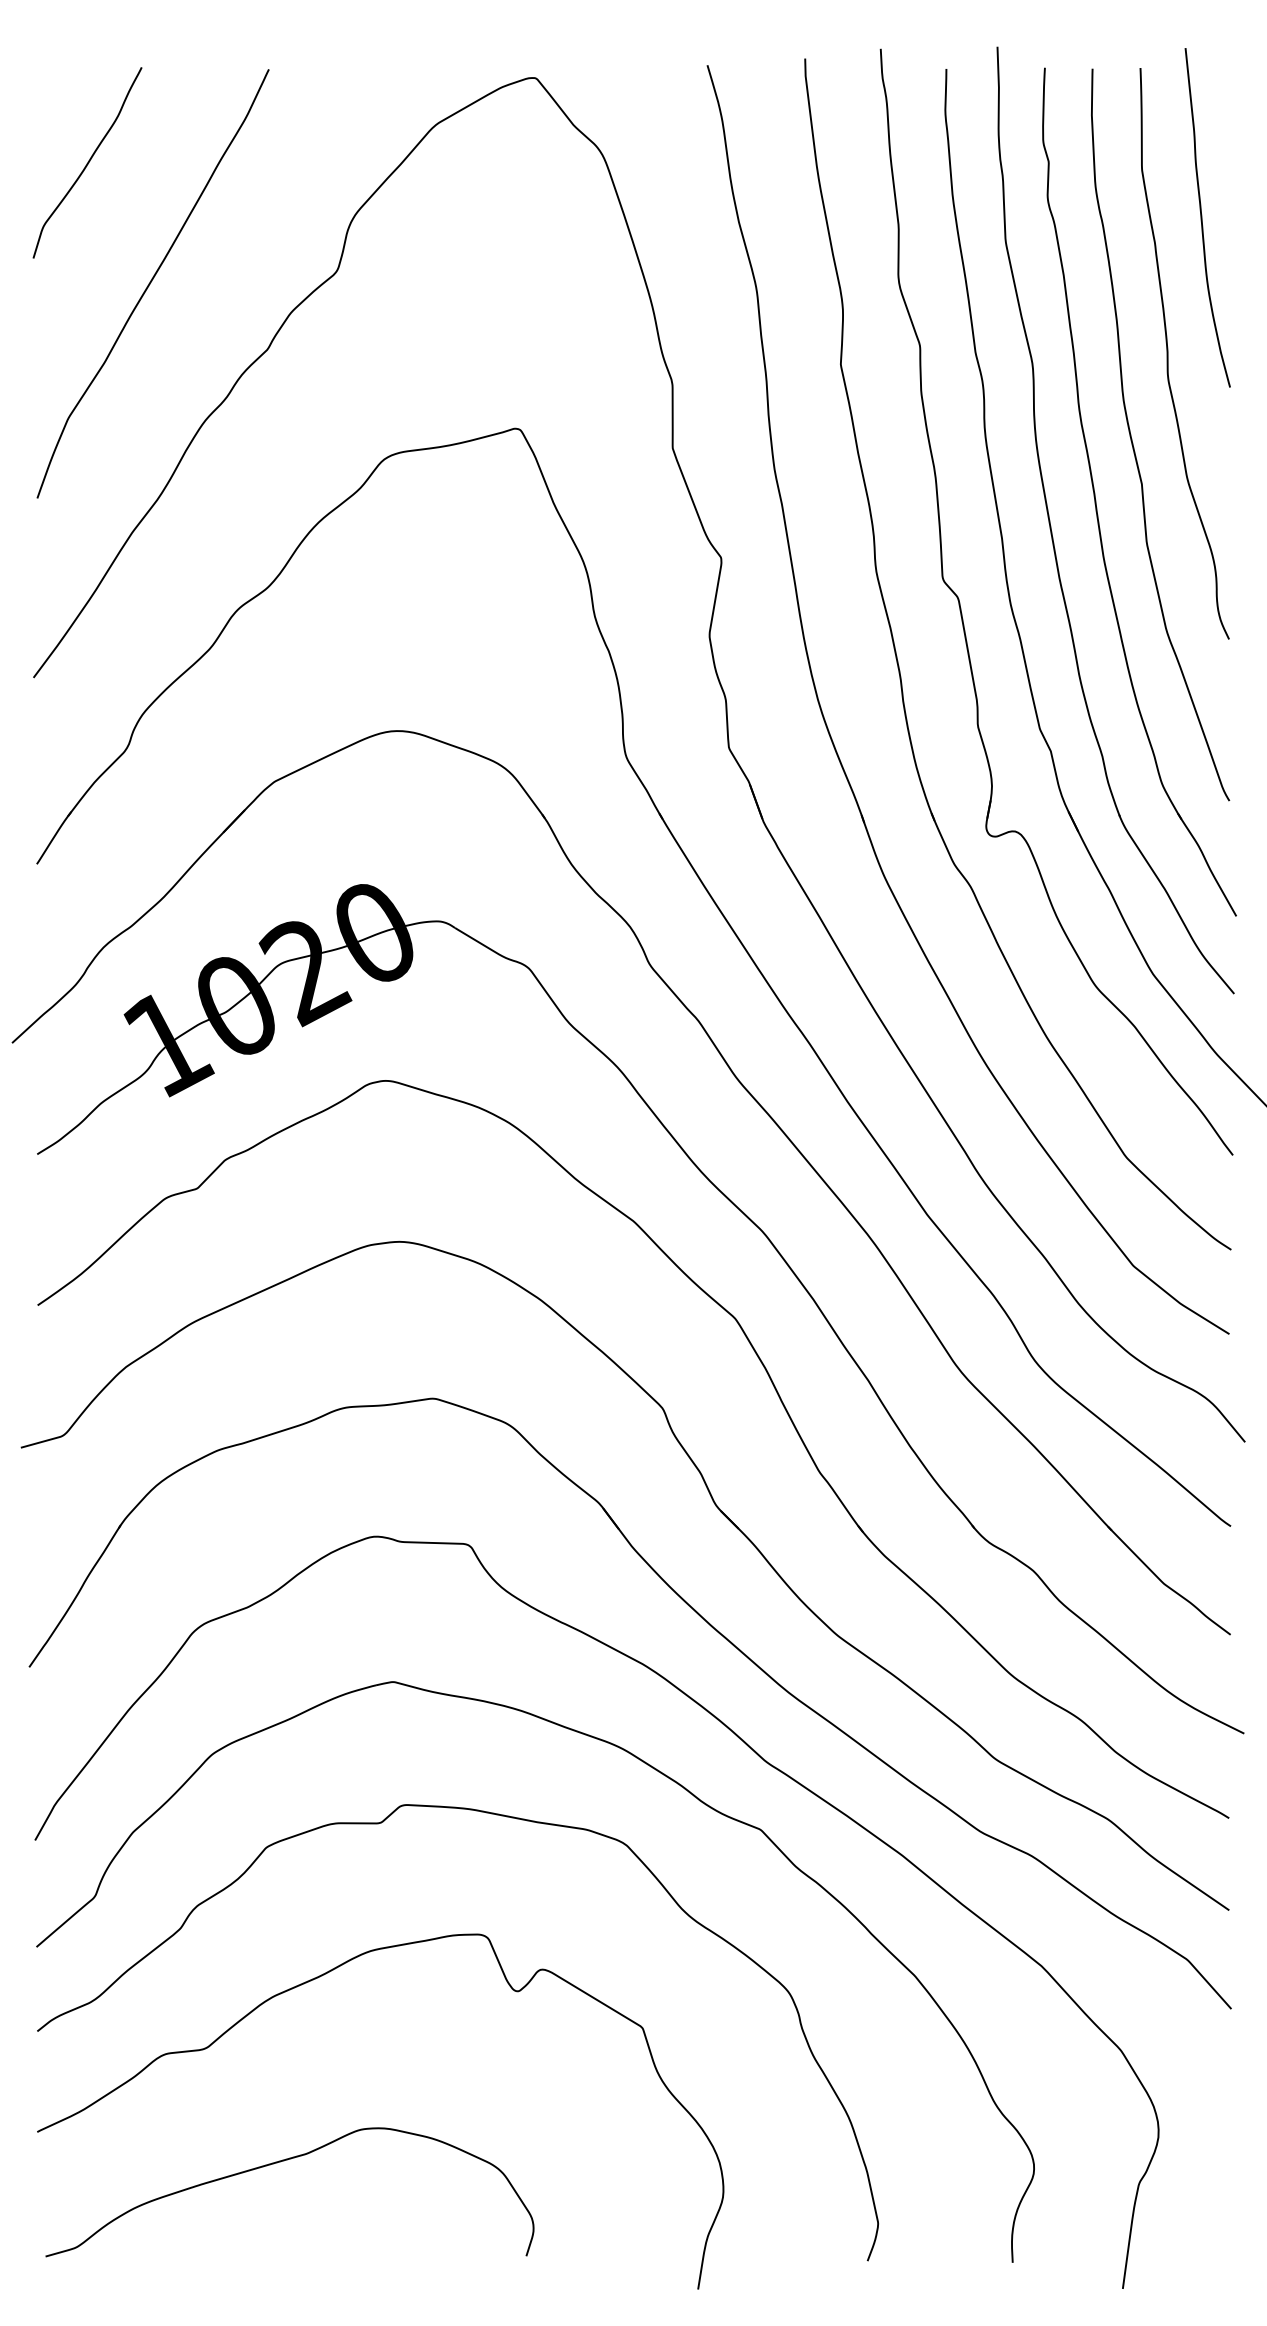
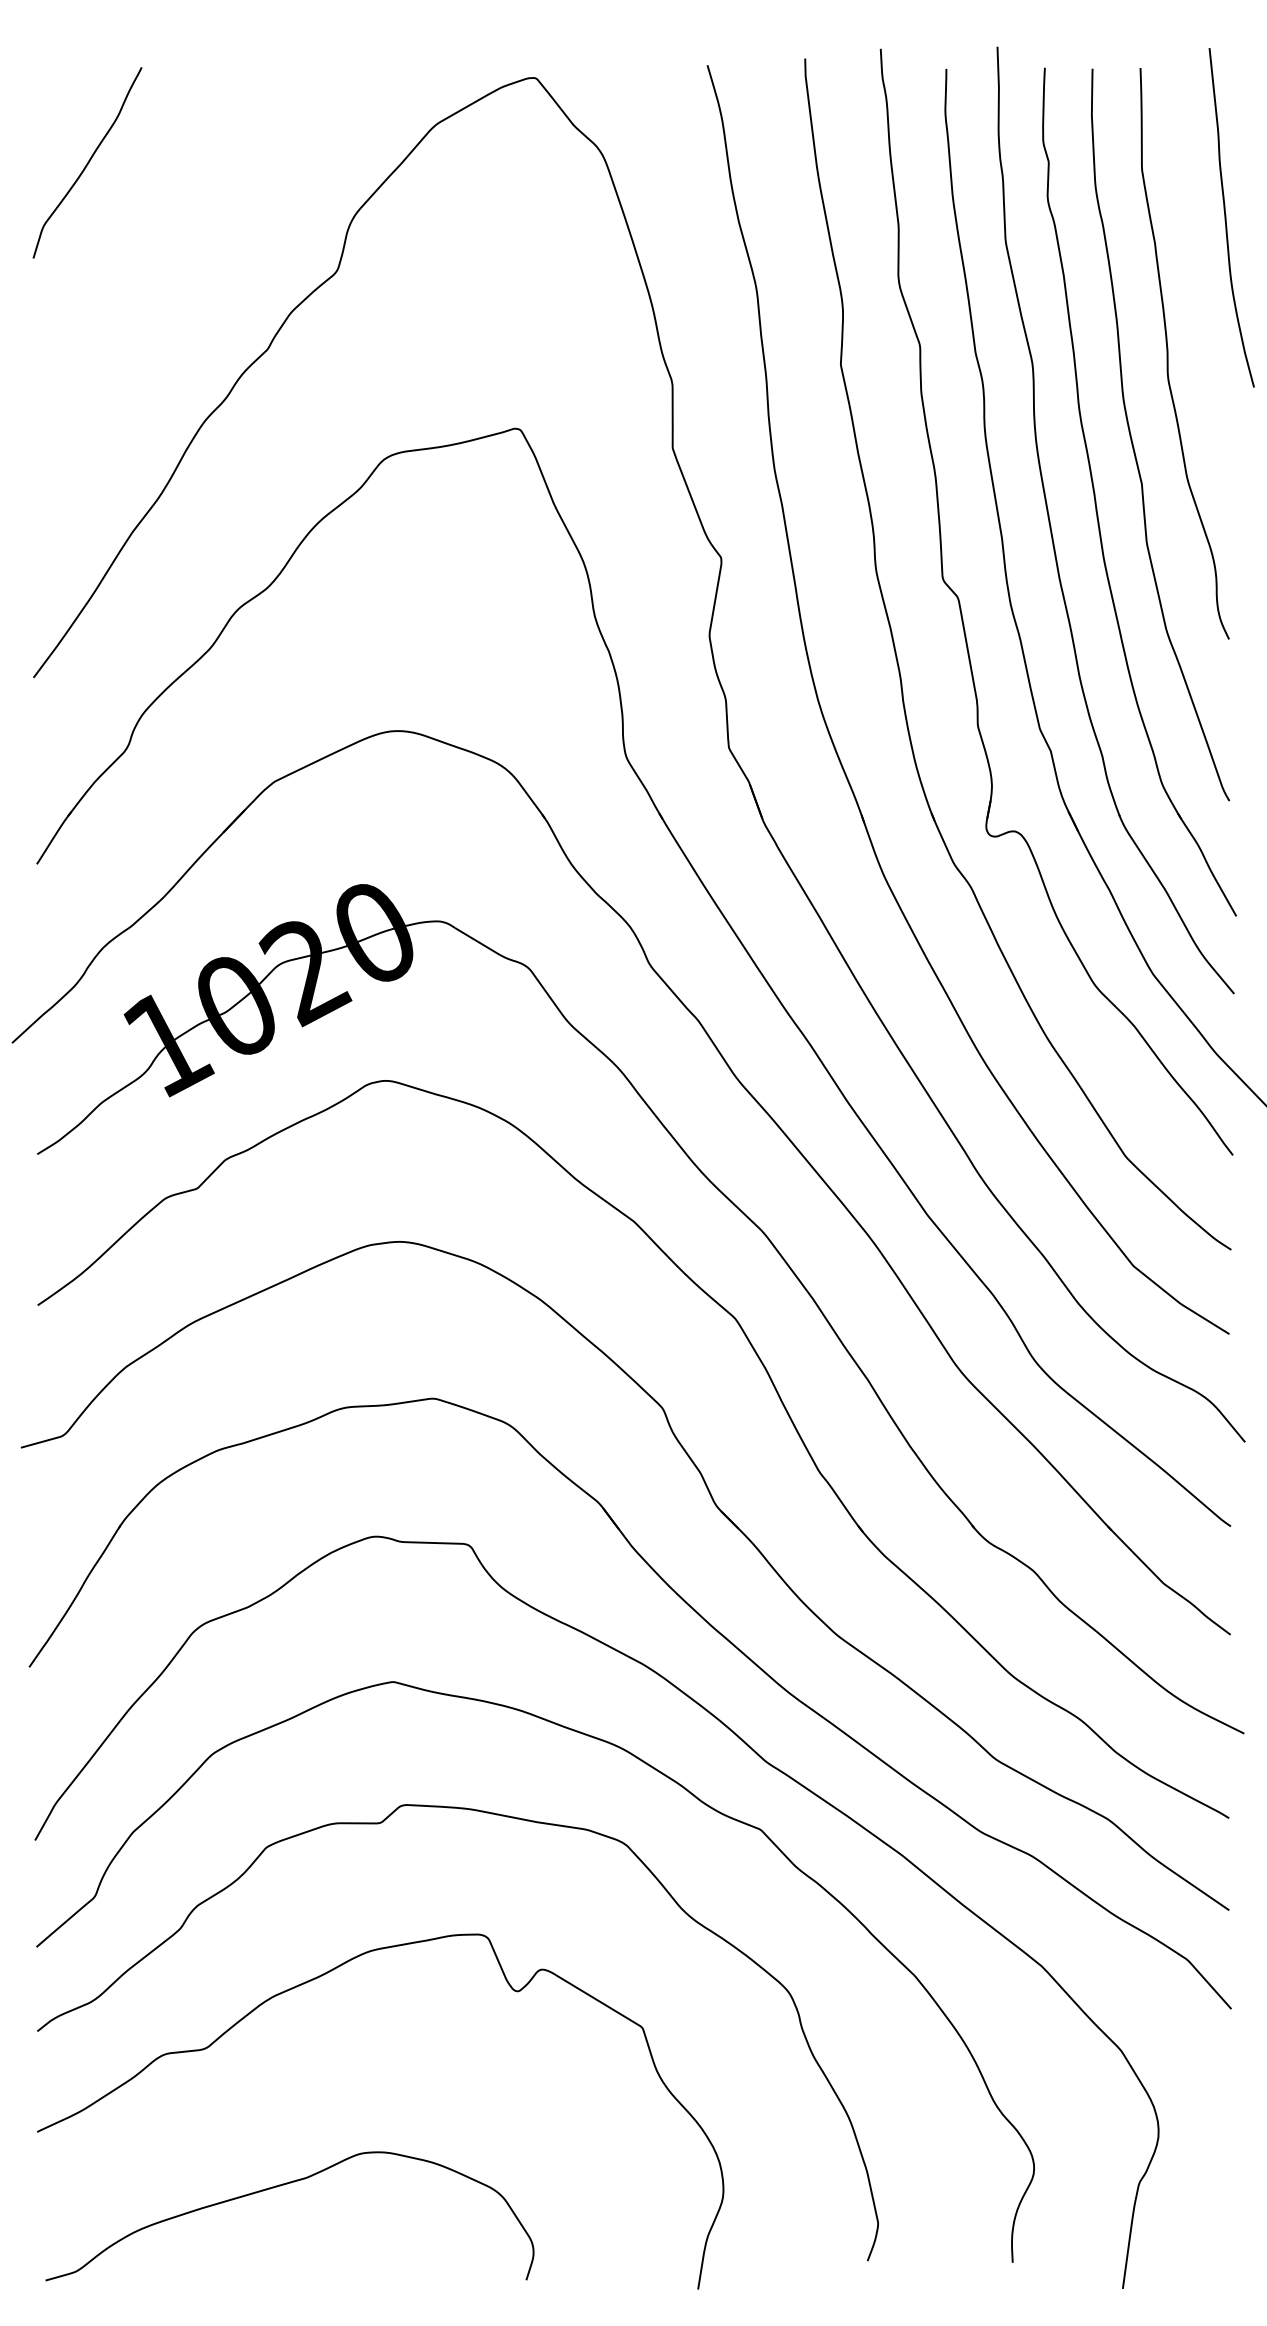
curve at (1202, 217) position: (1202, 217) -> (1226, 217)
curve at (151, 282): present -> none
curve at (280, 2162) position: (280, 2162) -> (280, 2186)
